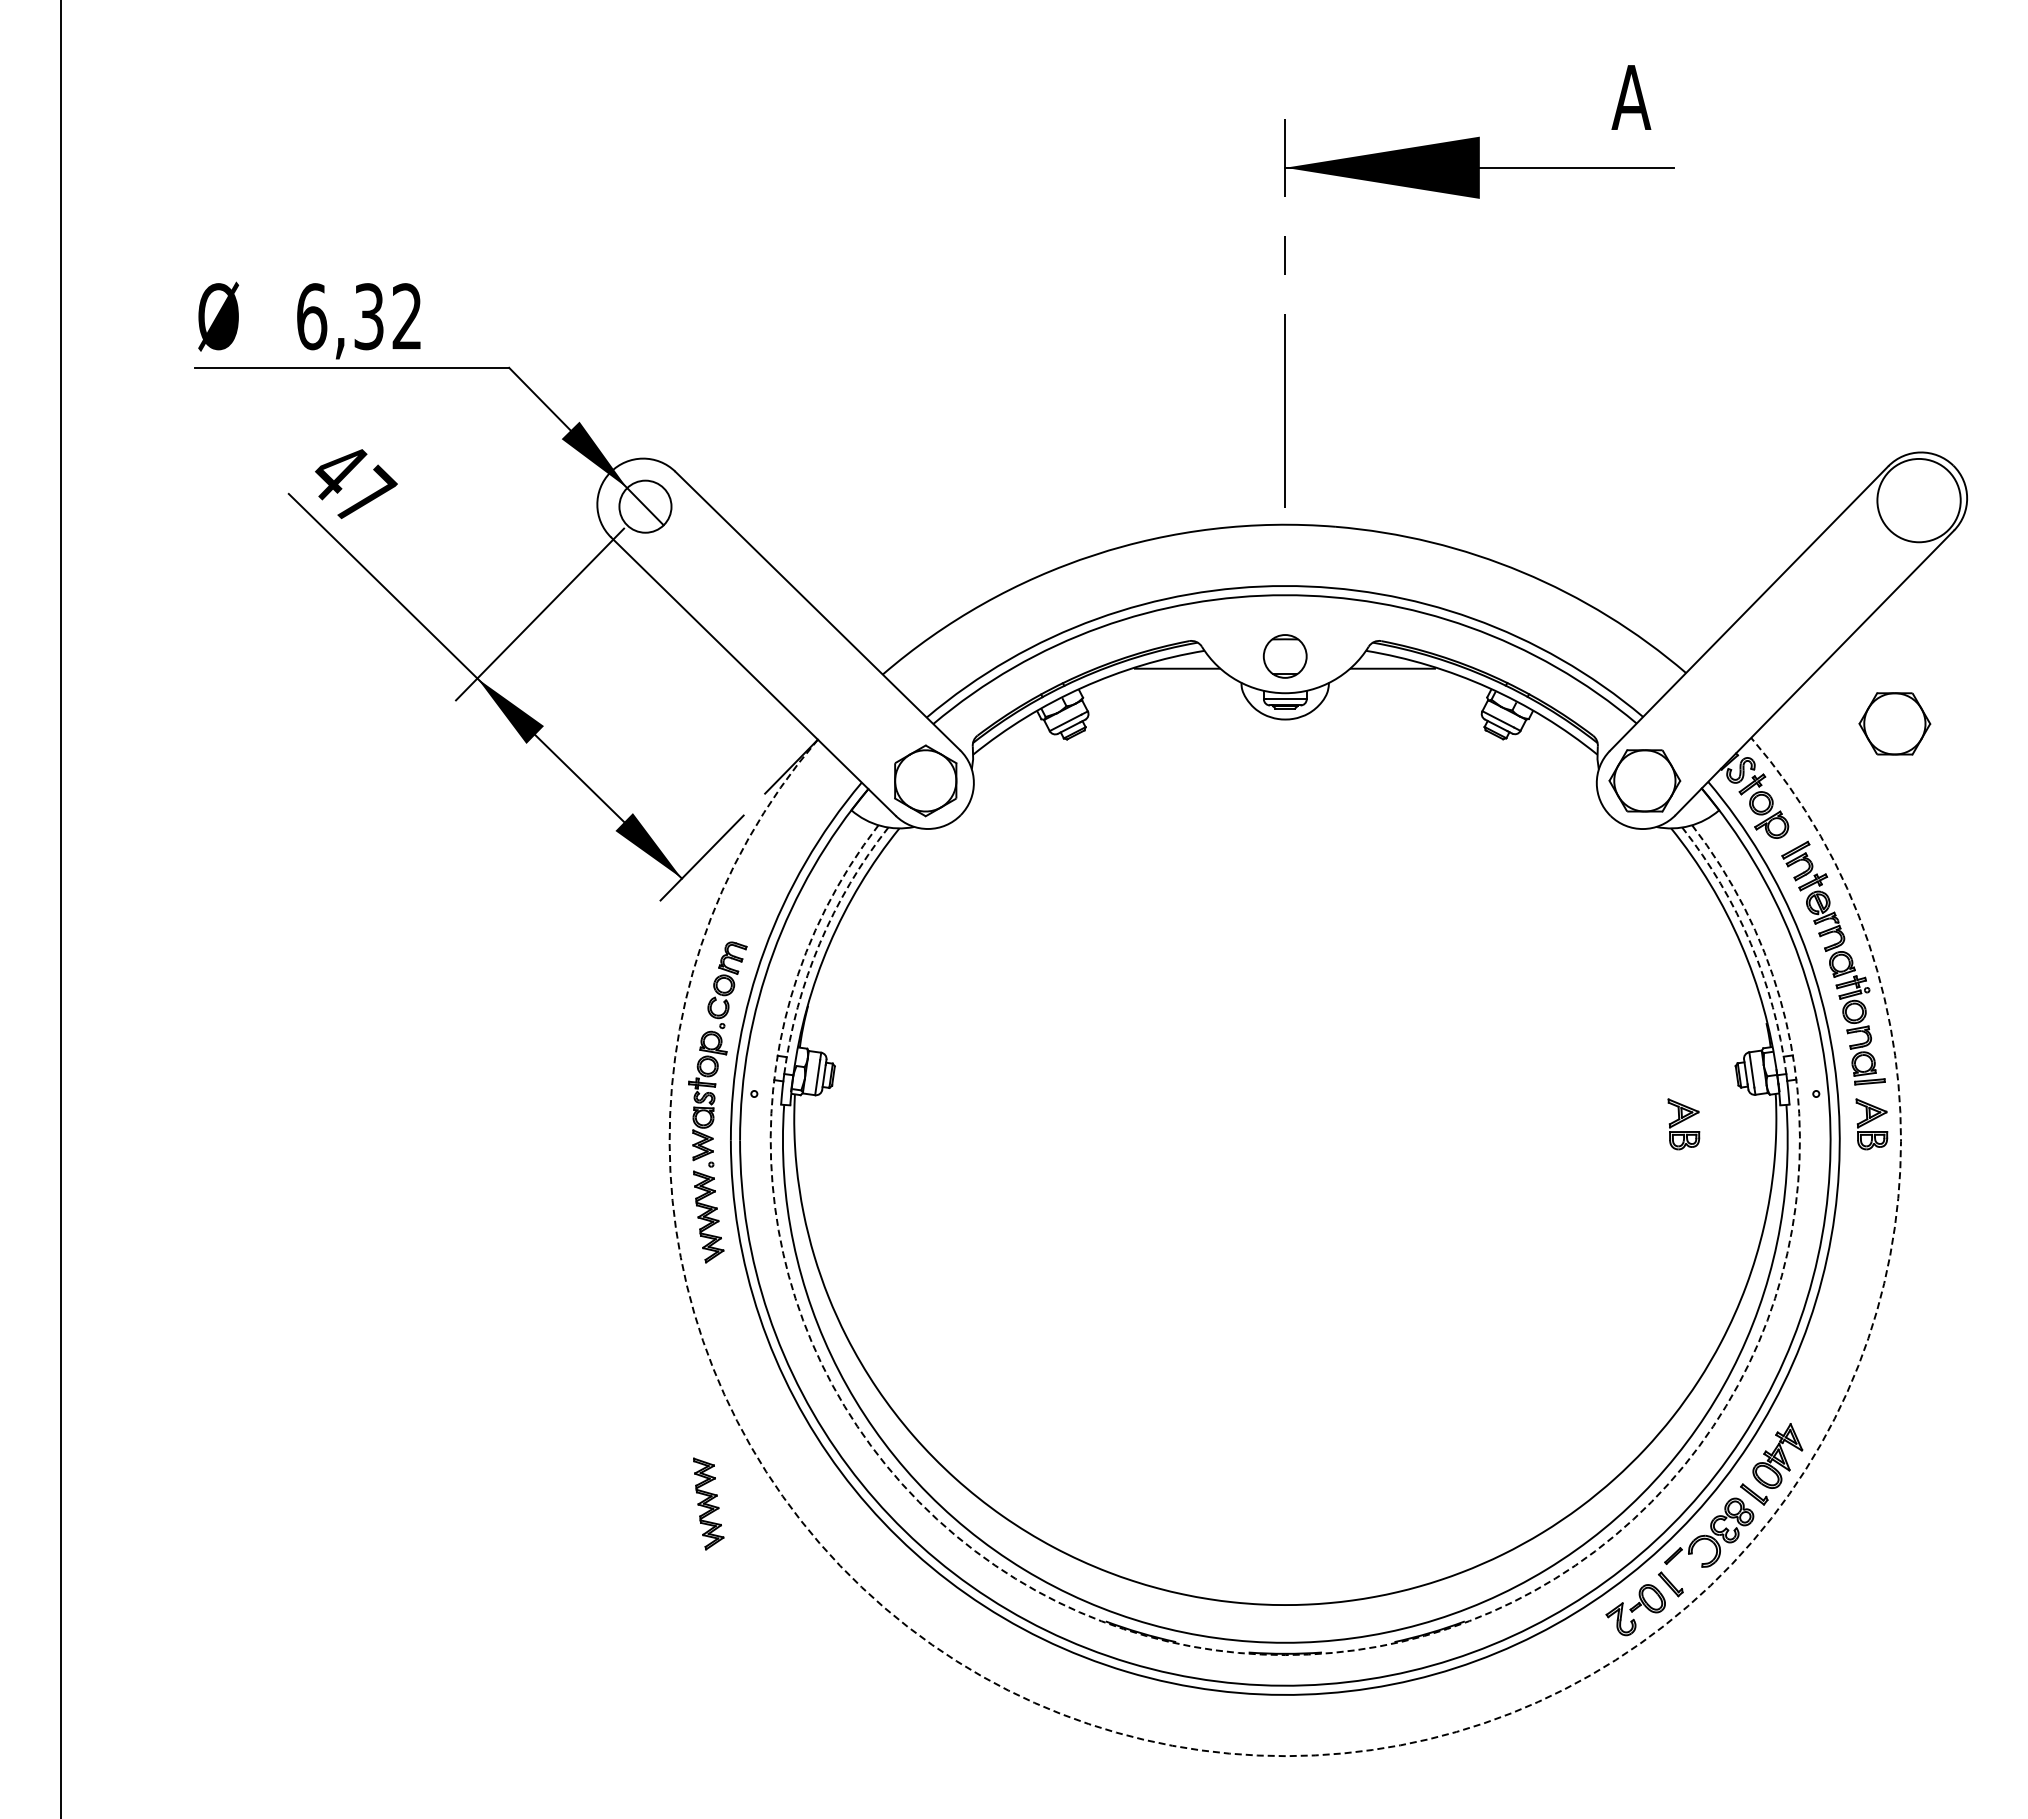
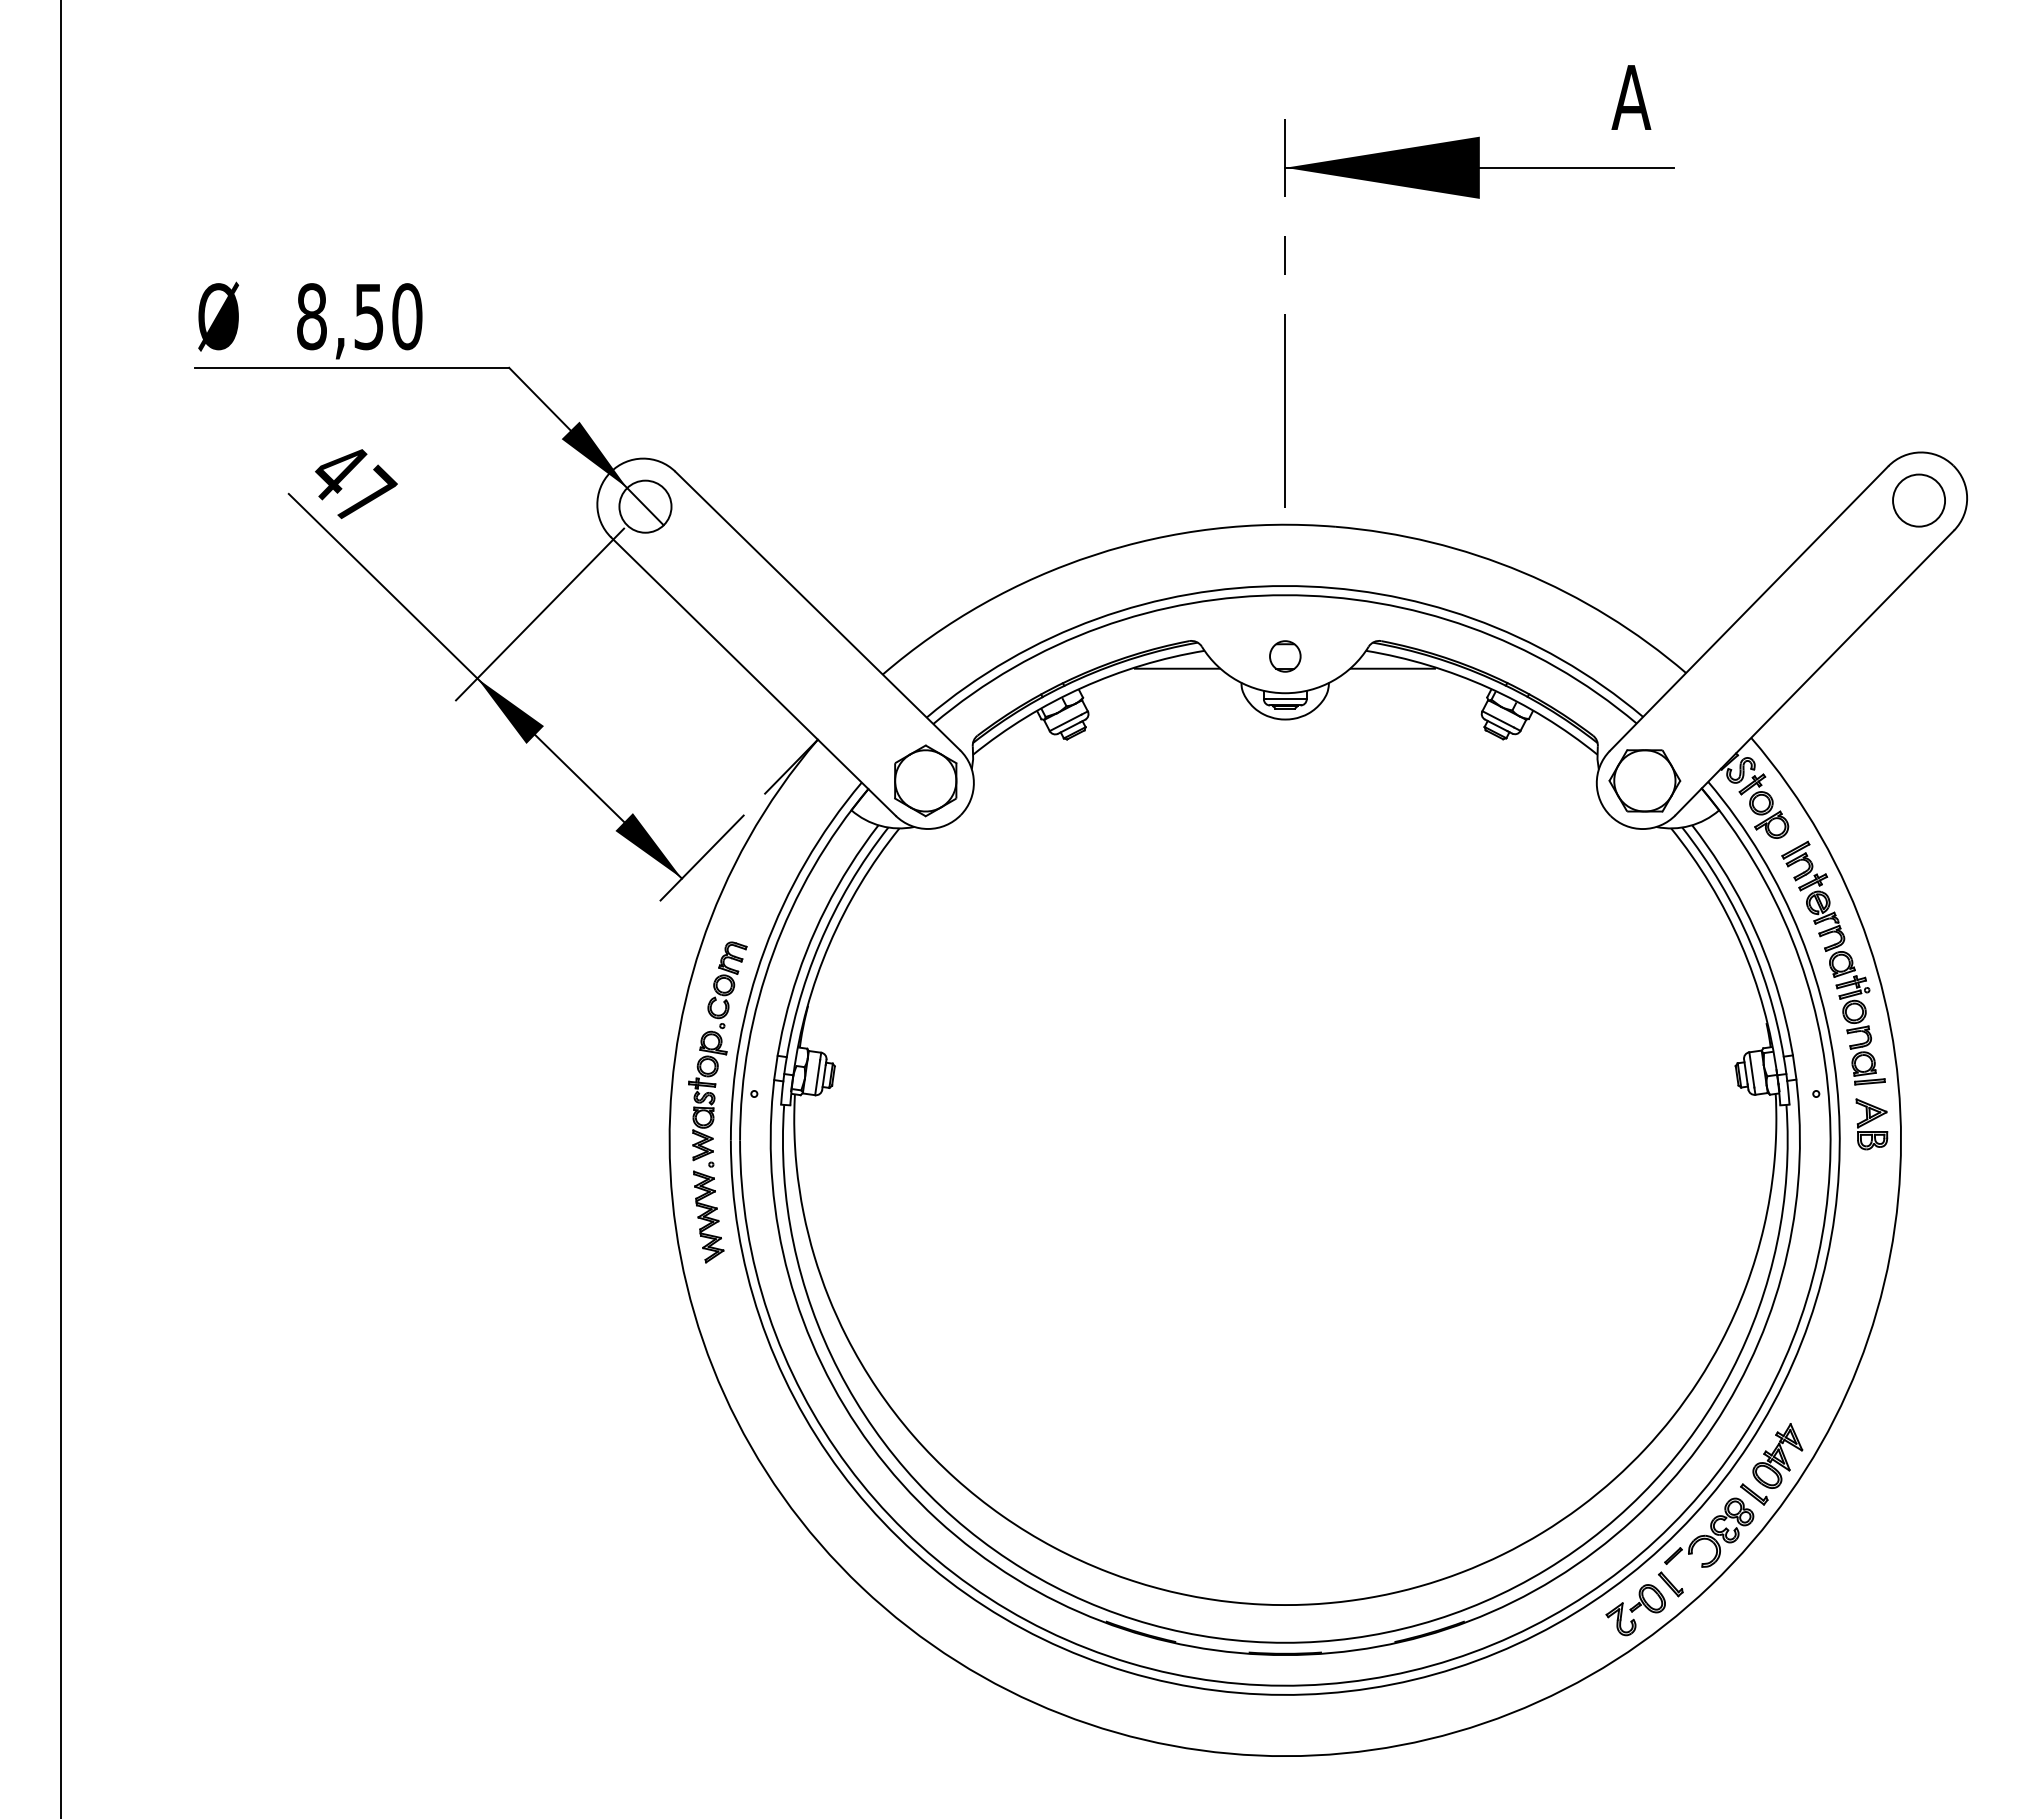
text at (359, 316): 6,32 -> 8,50
circle at (1918, 500) diameter: 83 px -> 52 px
part at (1284, 656) size: 46x45 px -> 33x33 px
part at (1894, 723): present -> none
arc at (819, 943): dashed -> solid
arc at (1750, 943): dashed -> solid
part at (1683, 1124): present -> none
part at (708, 1503): present -> none
arc at (1285, 1655): dashed -> solid
arc at (1286, 1756): dashed -> solid
